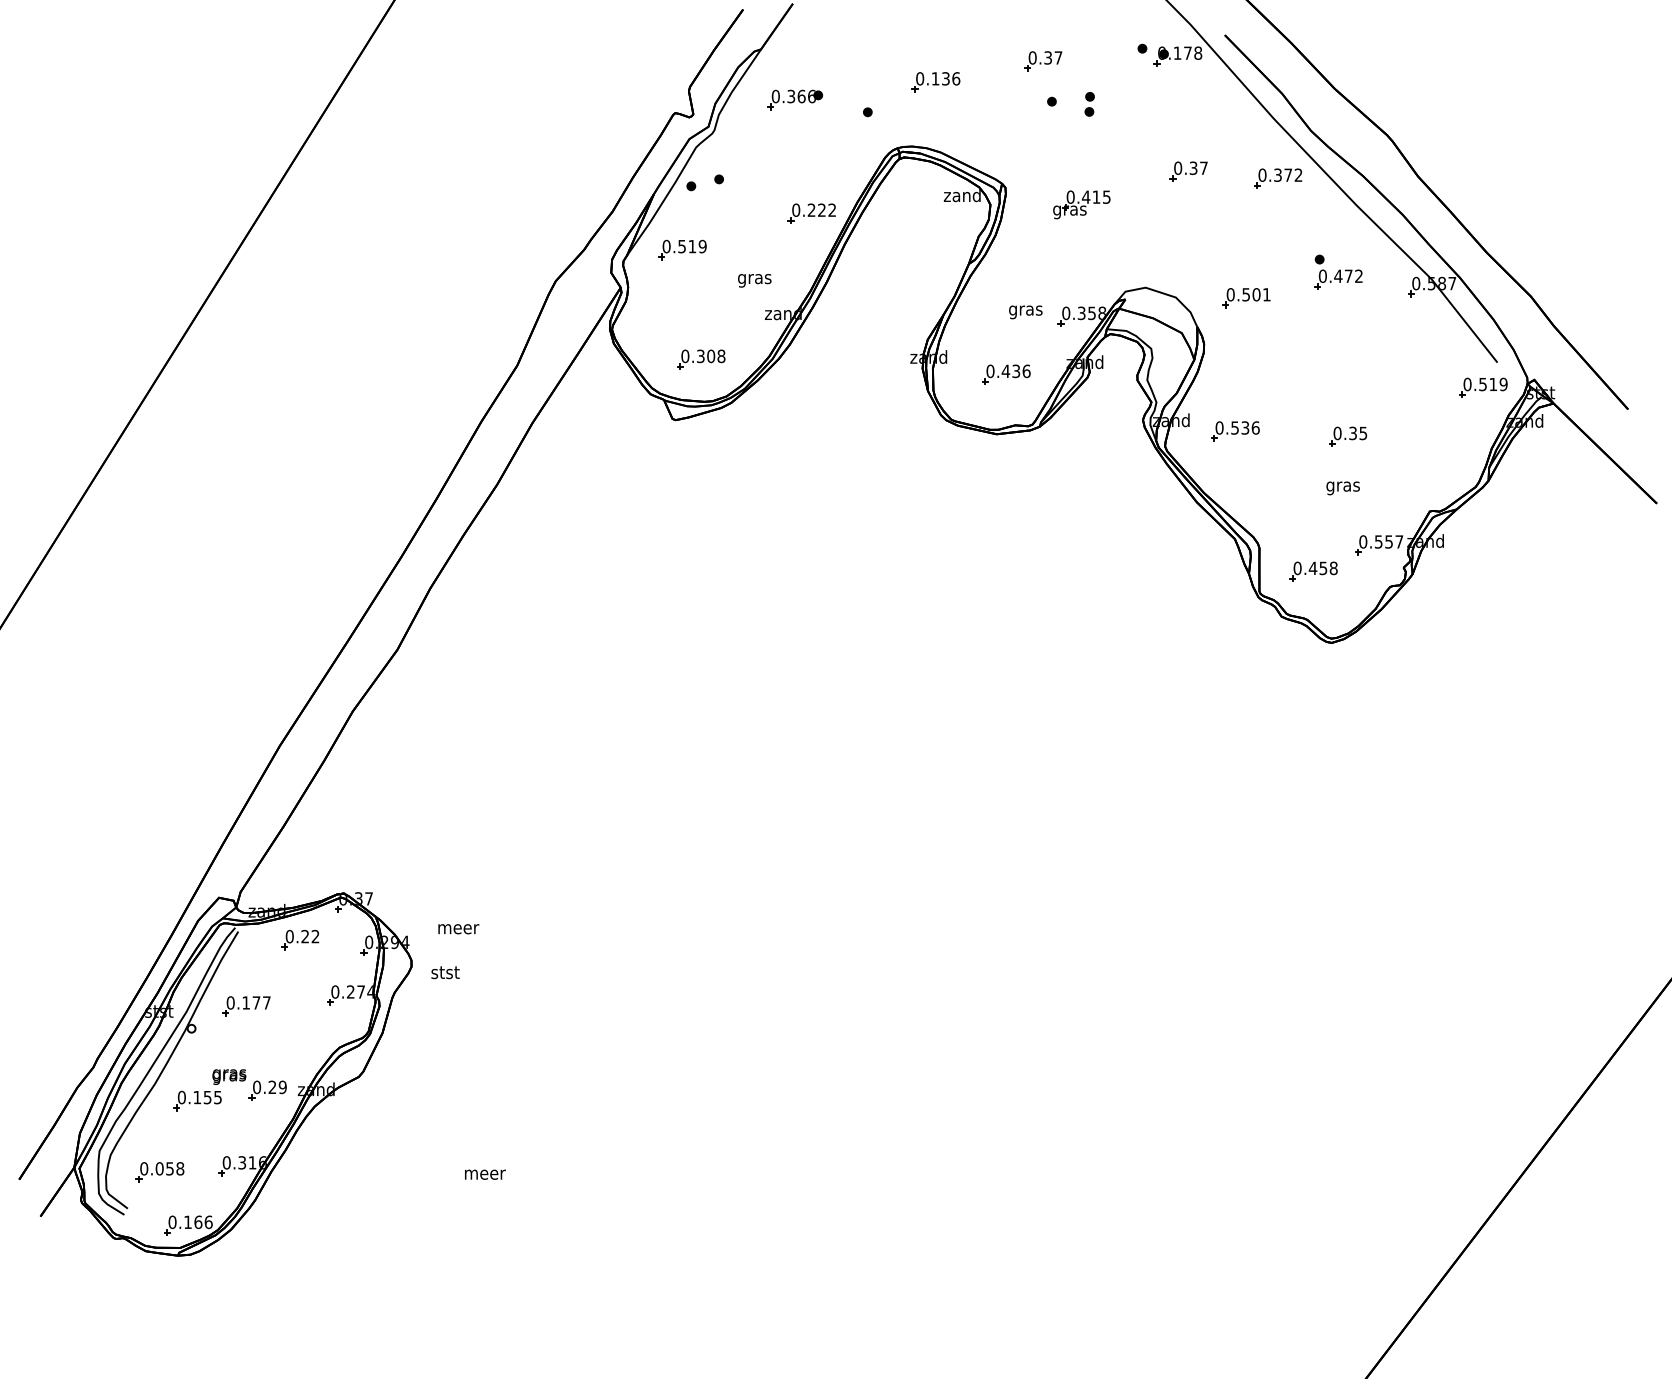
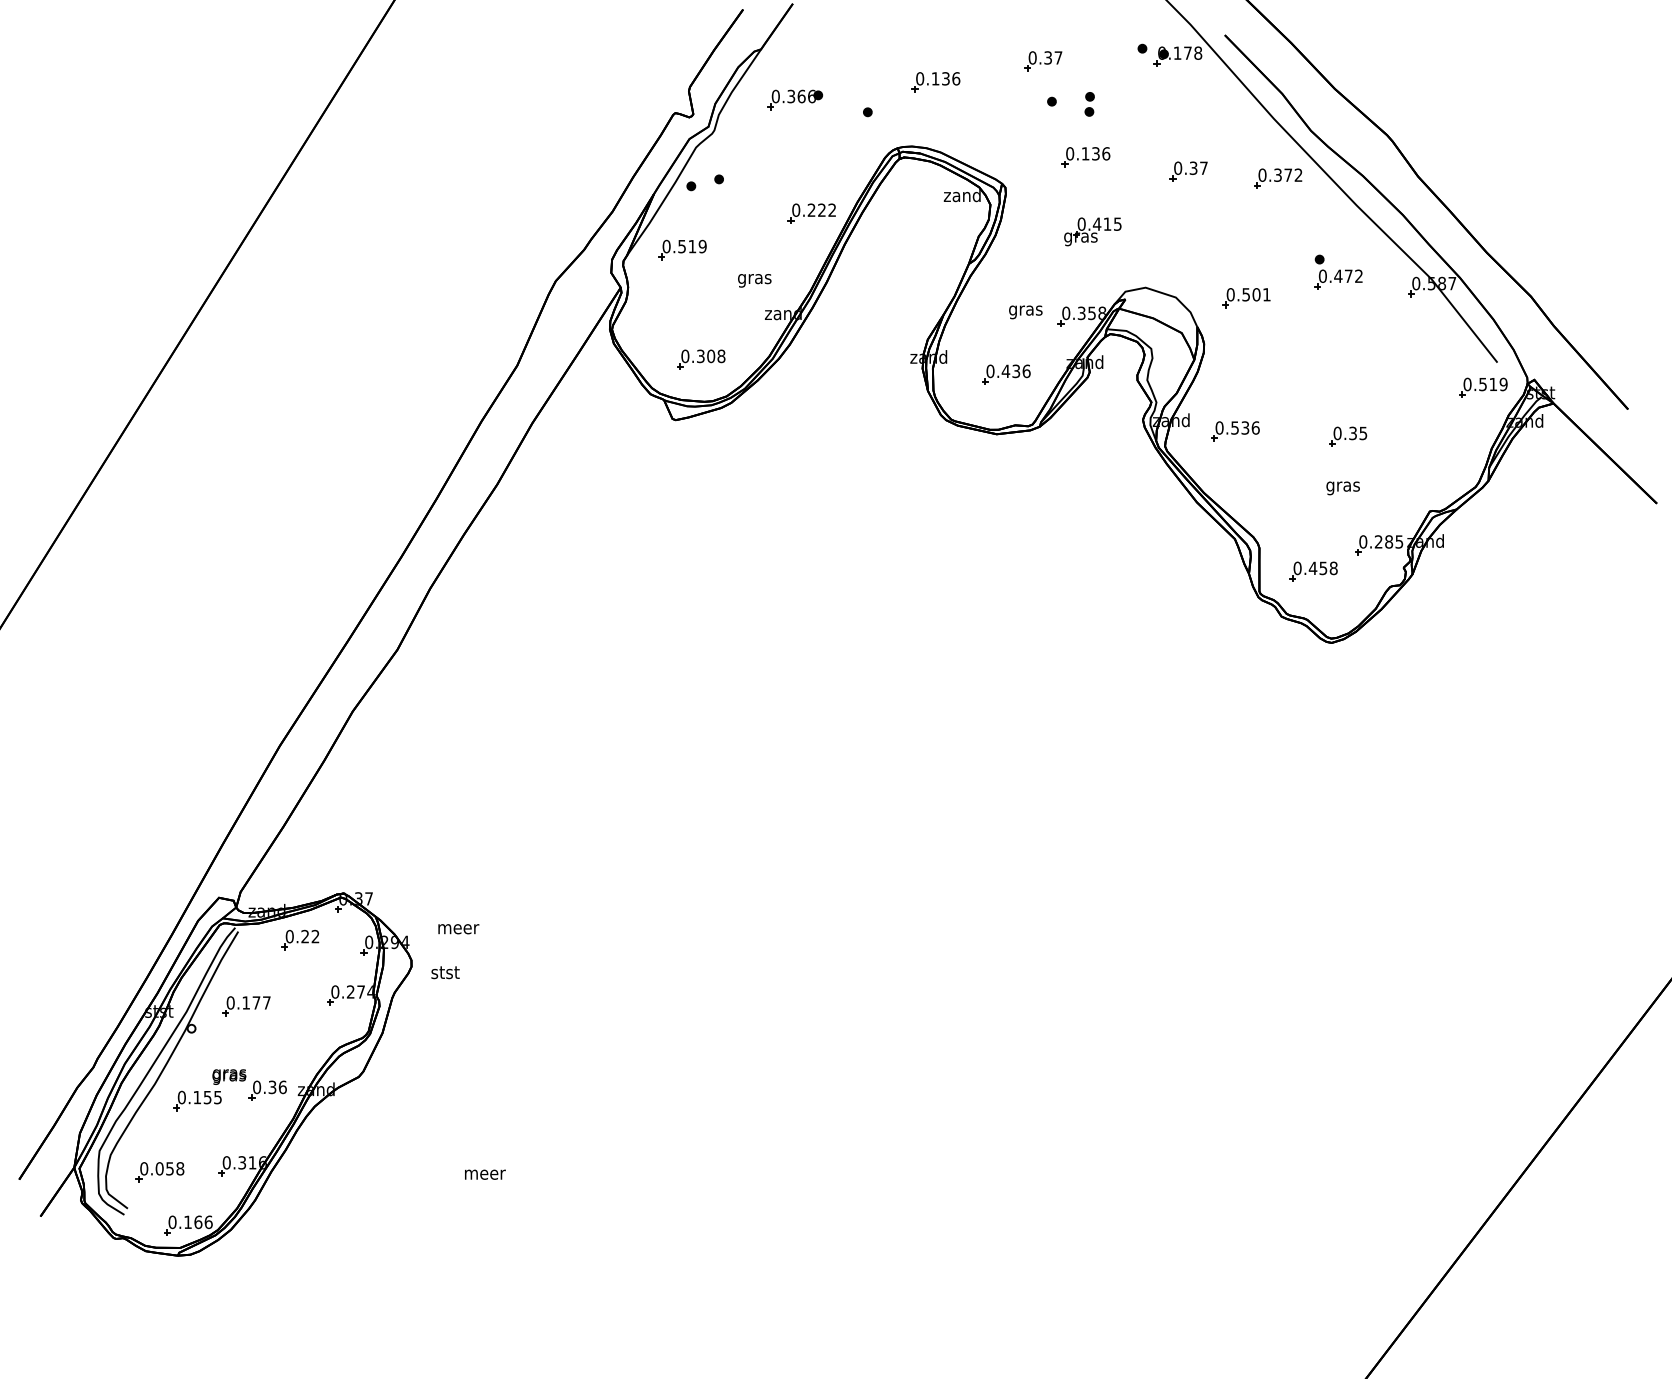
part at (1085, 157): none -> present
part at (1081, 204) position: (1081, 204) -> (1092, 231)
text at (1389, 541): 0.557 -> 0.285
text at (277, 1087): 0.29 -> 0.36
